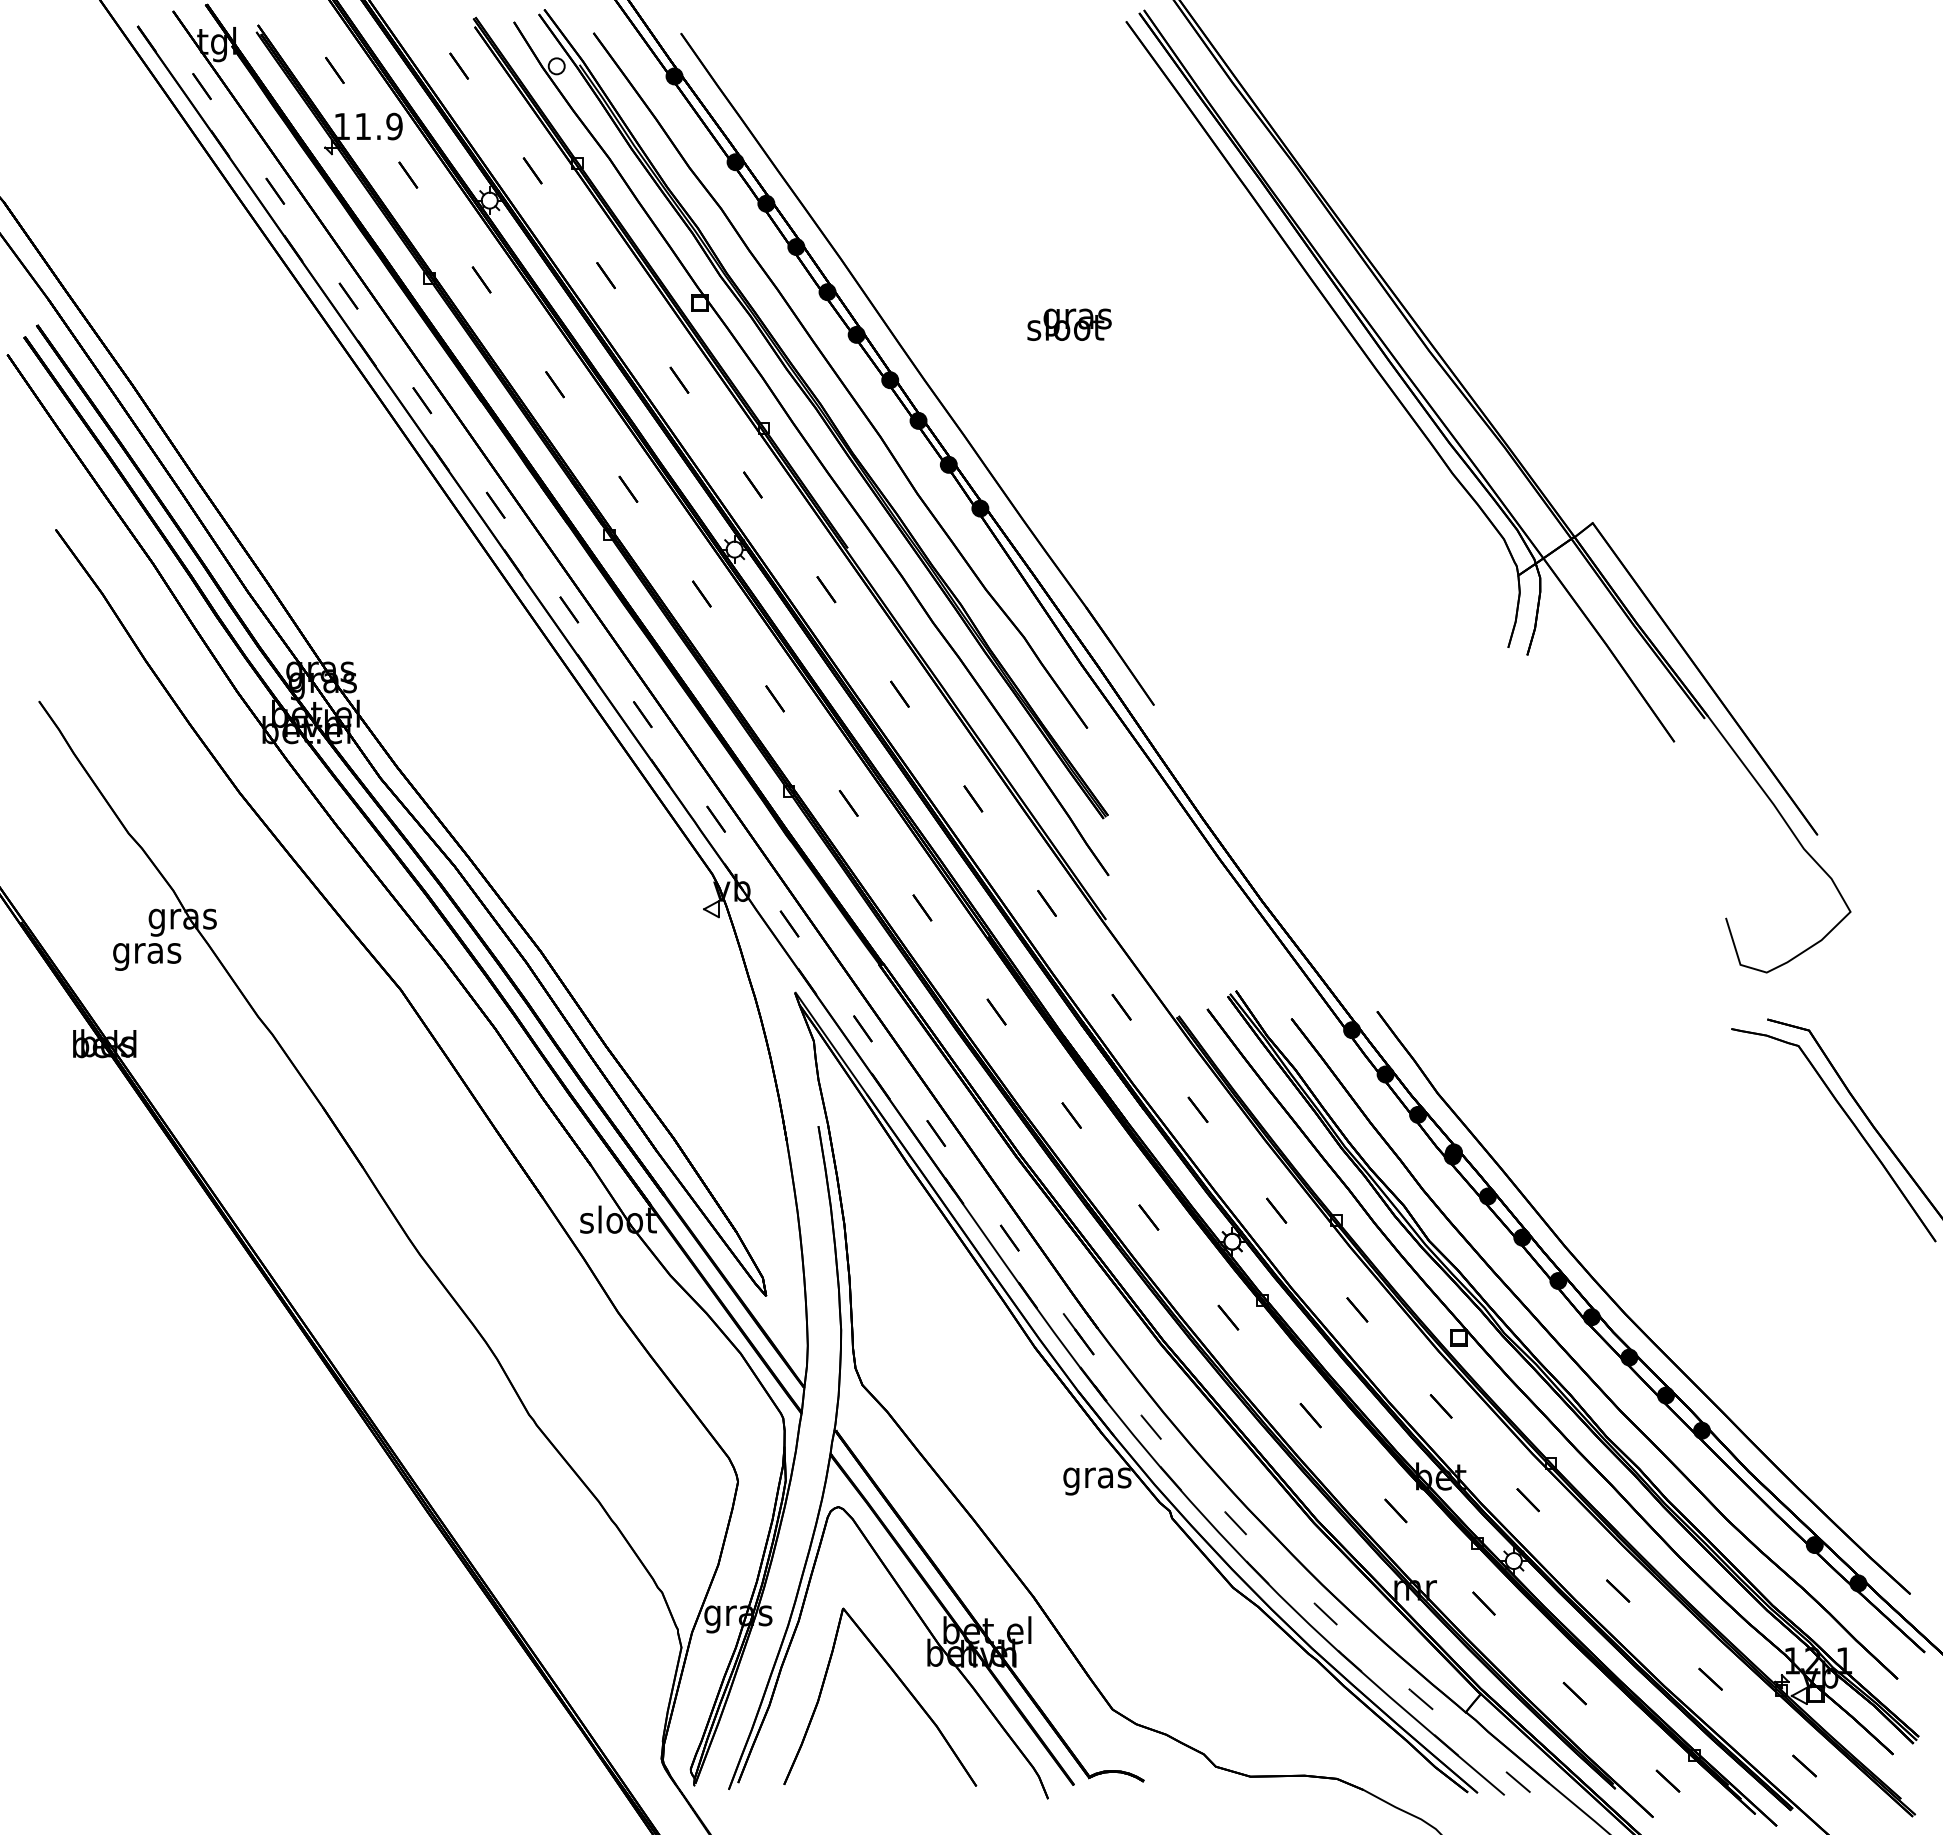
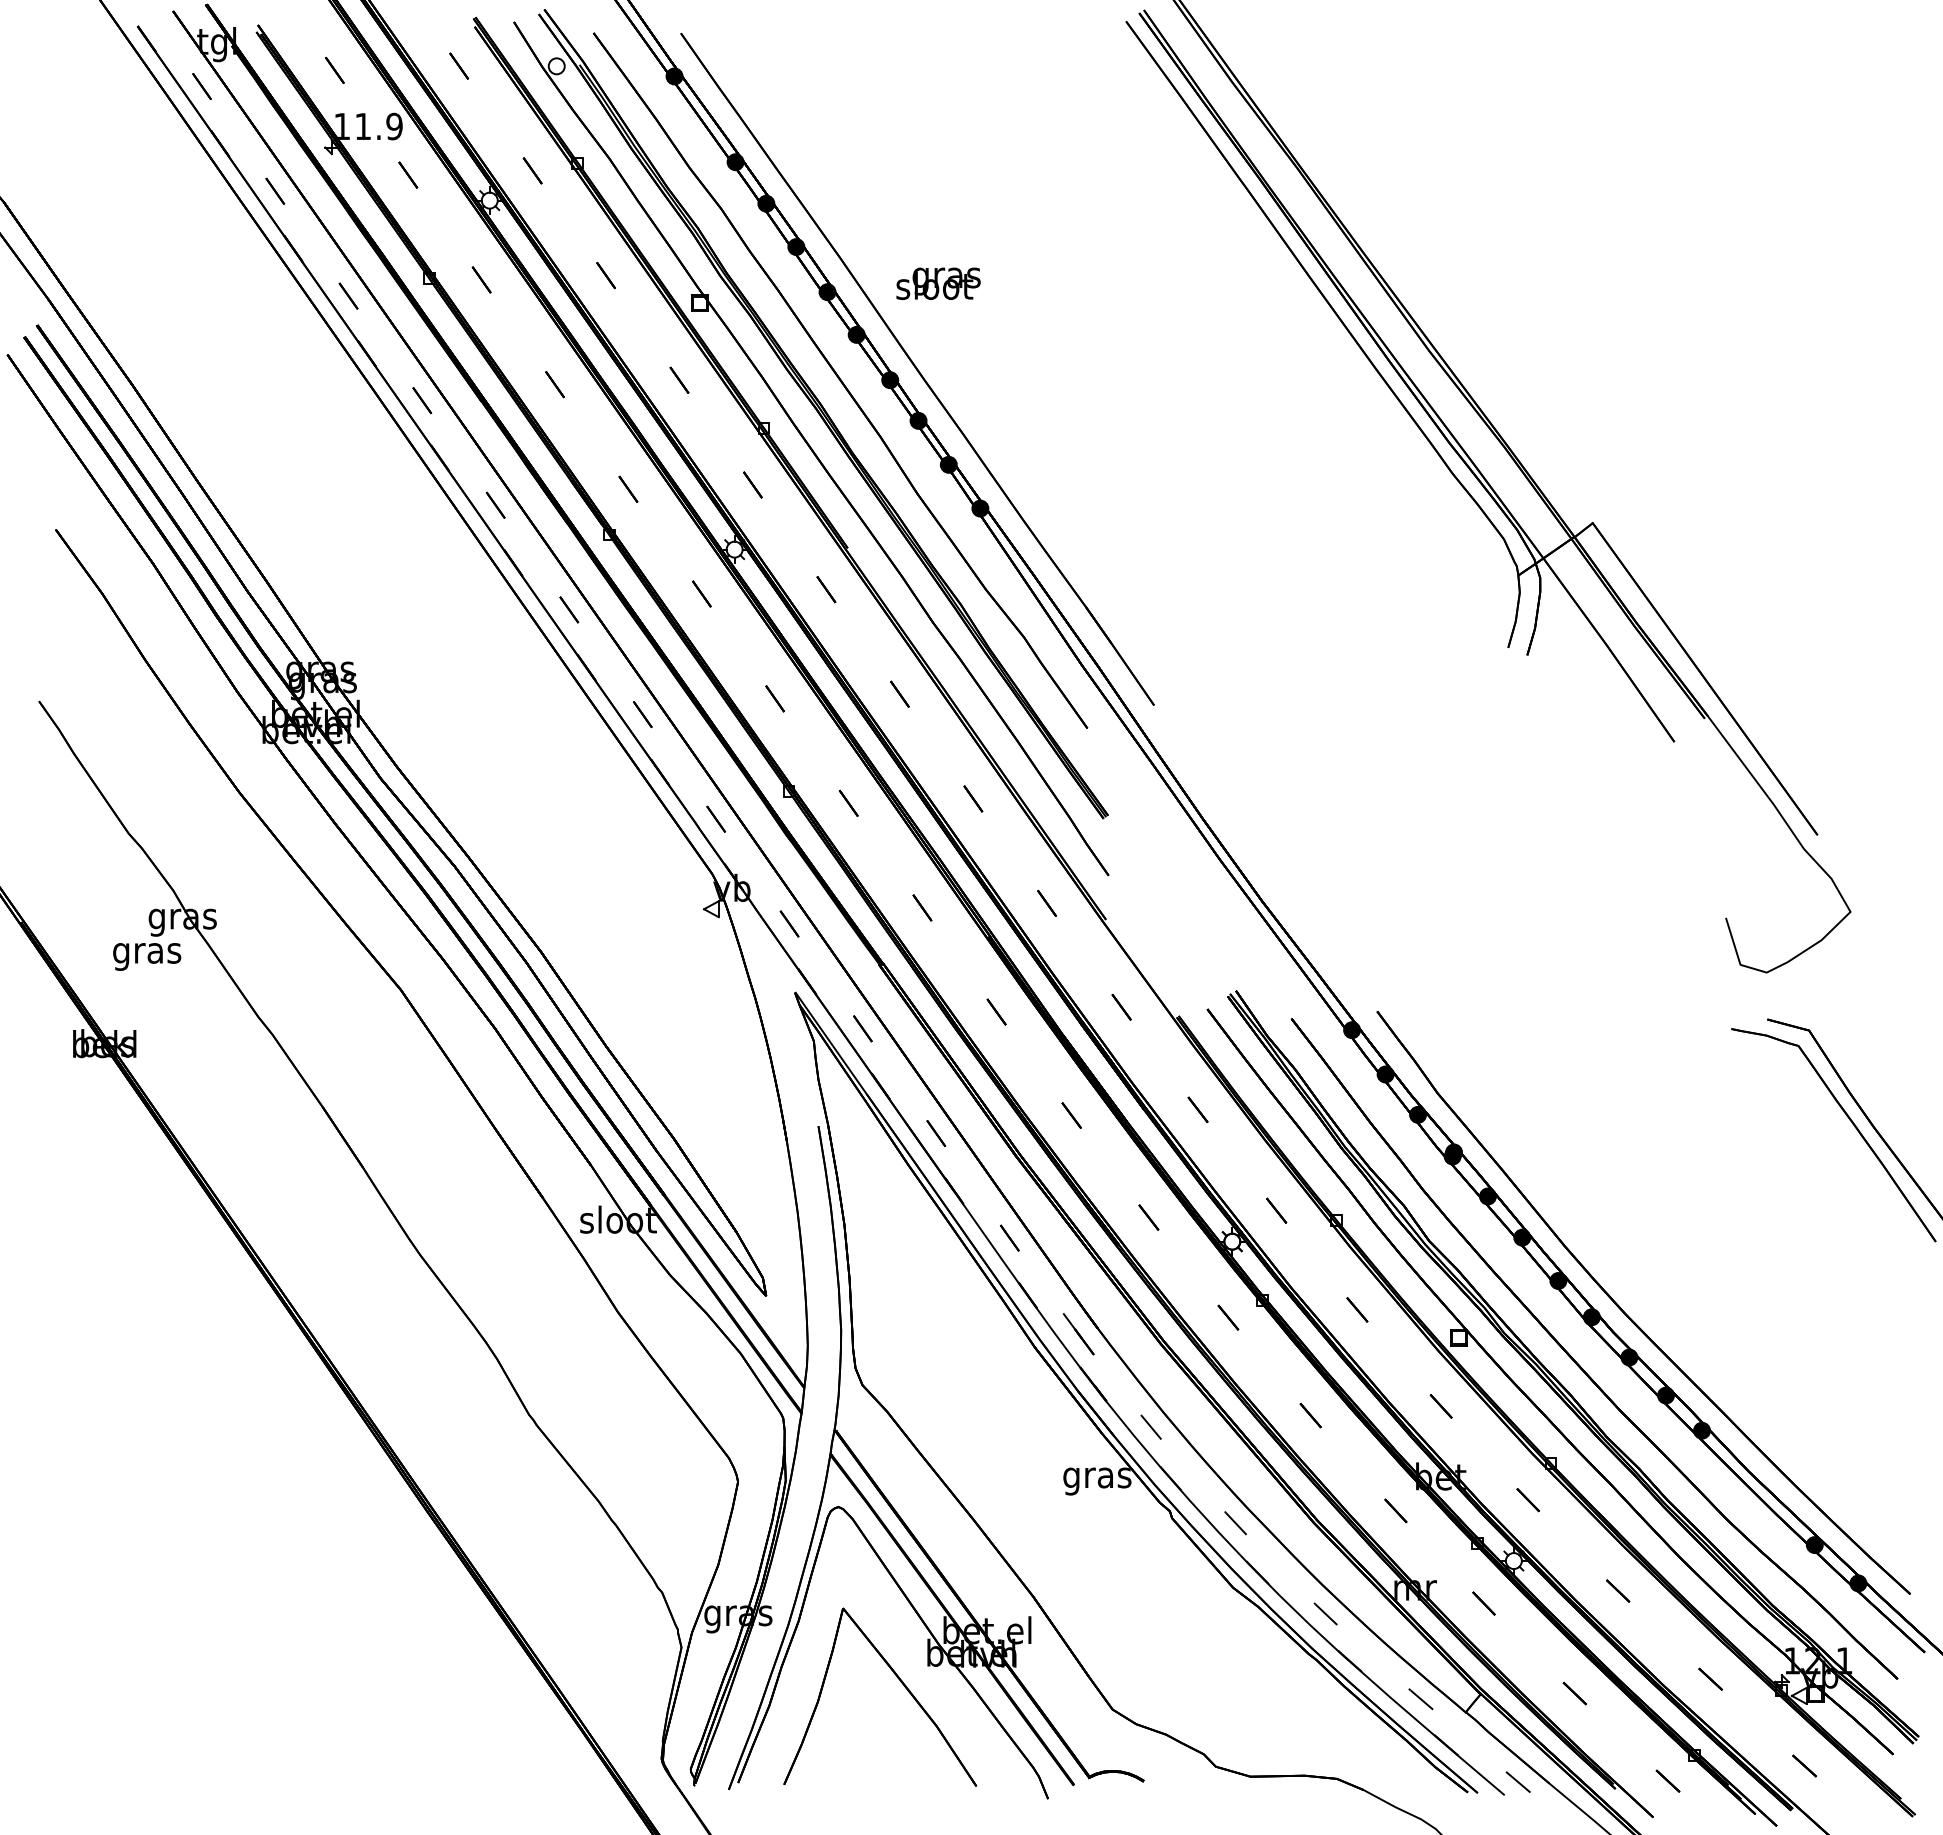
text at (1069, 324) position: (1069, 324) -> (938, 283)
